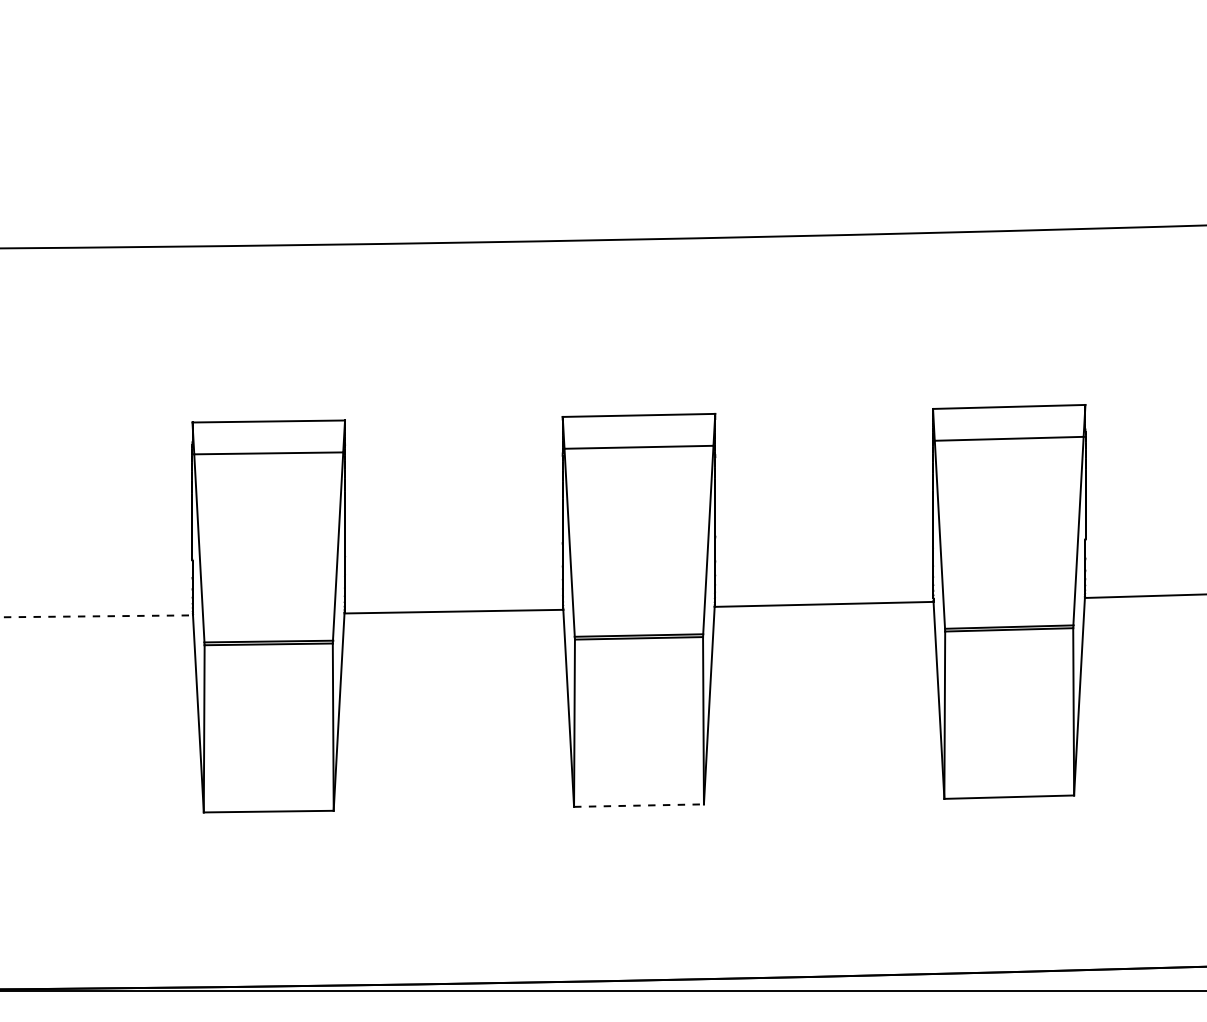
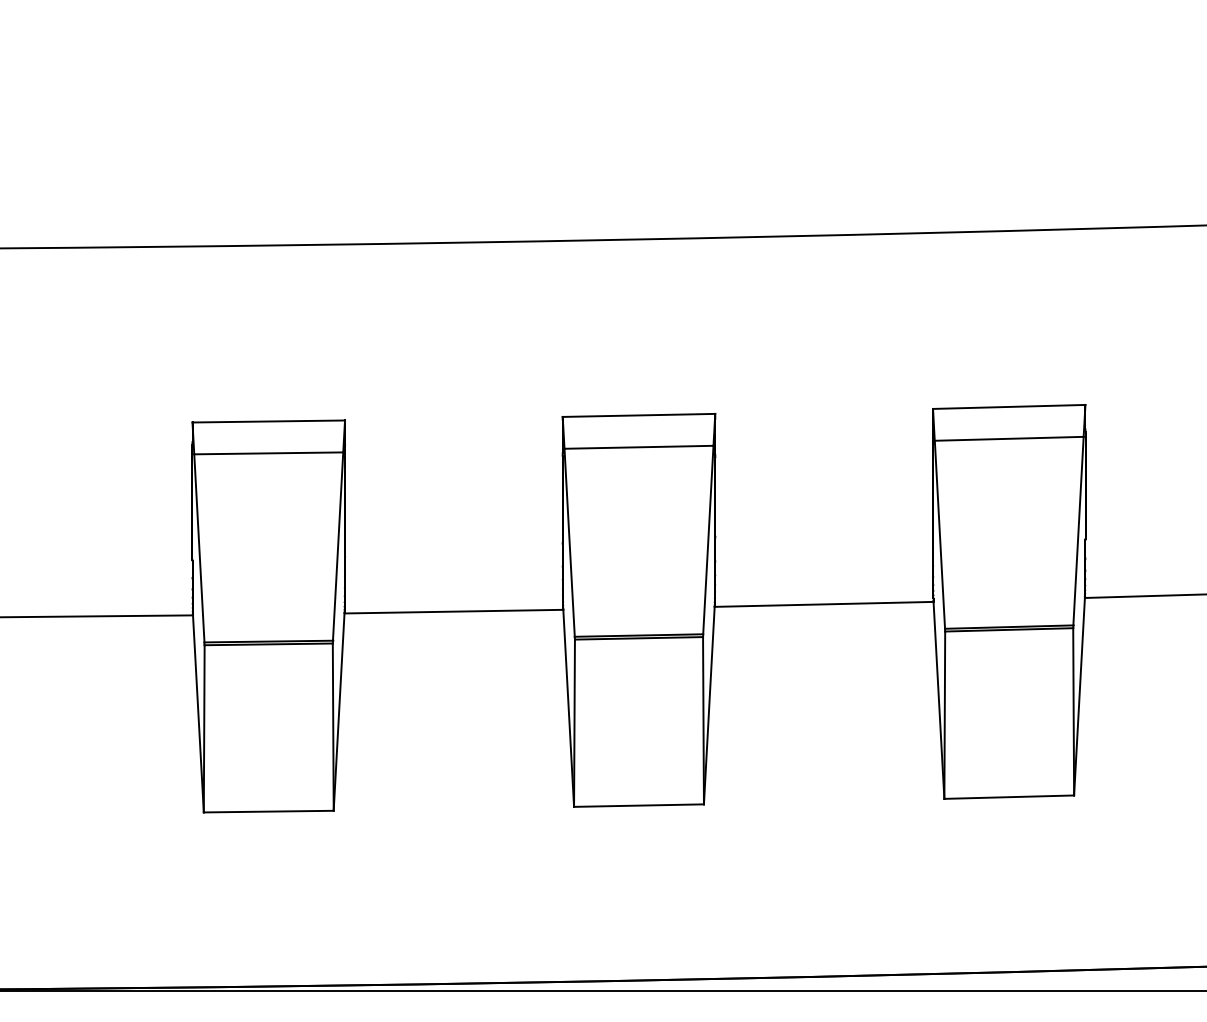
line at (97, 616): dashed -> solid
line at (639, 805): dashed -> solid
